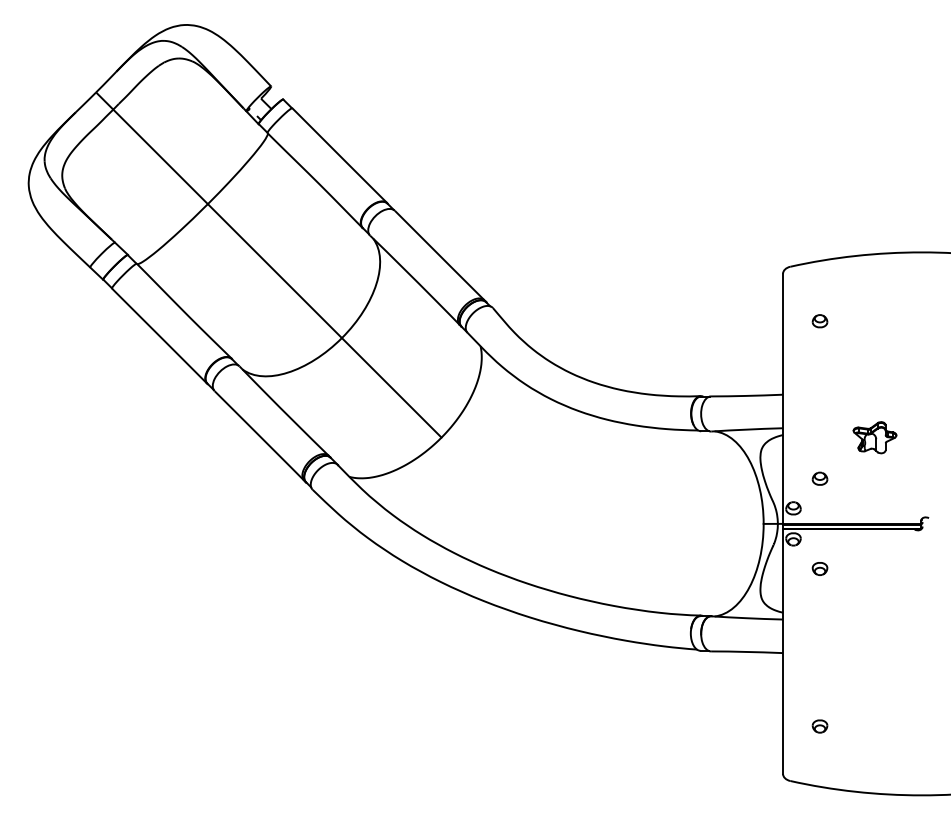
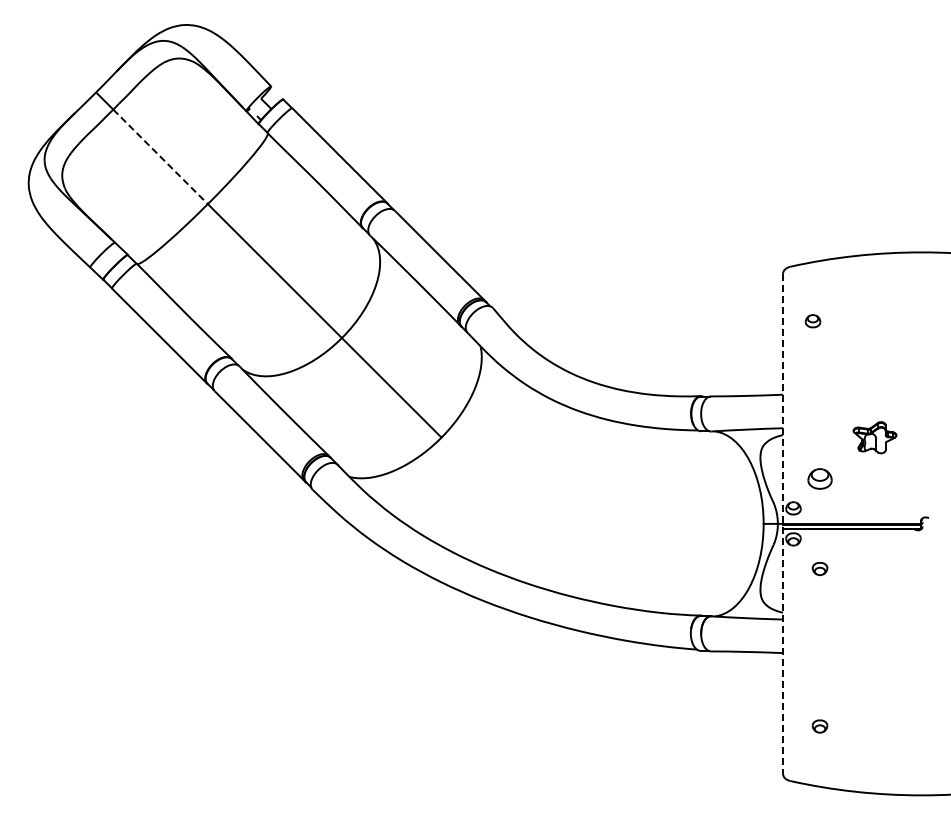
line at (160, 156): solid -> dashed
part at (819, 321) position: (819, 321) -> (812, 321)
part at (819, 478) size: 18x15 px -> 26x22 px
line at (783, 524): solid -> dashed
